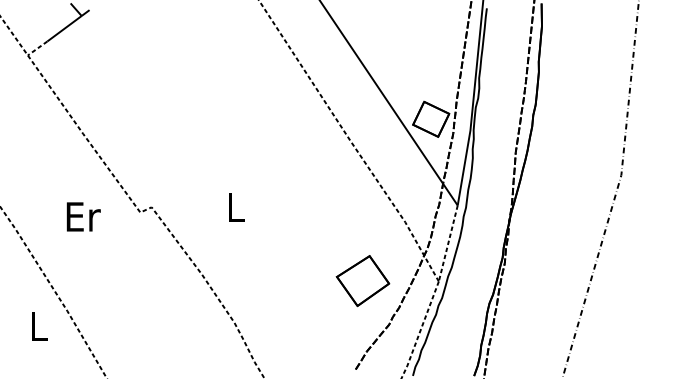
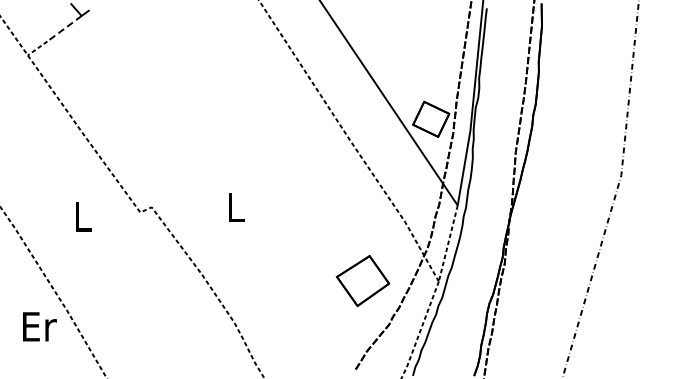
line at (64, 29): solid -> dashed
text at (83, 216): Er -> L
text at (39, 326): L -> Er
